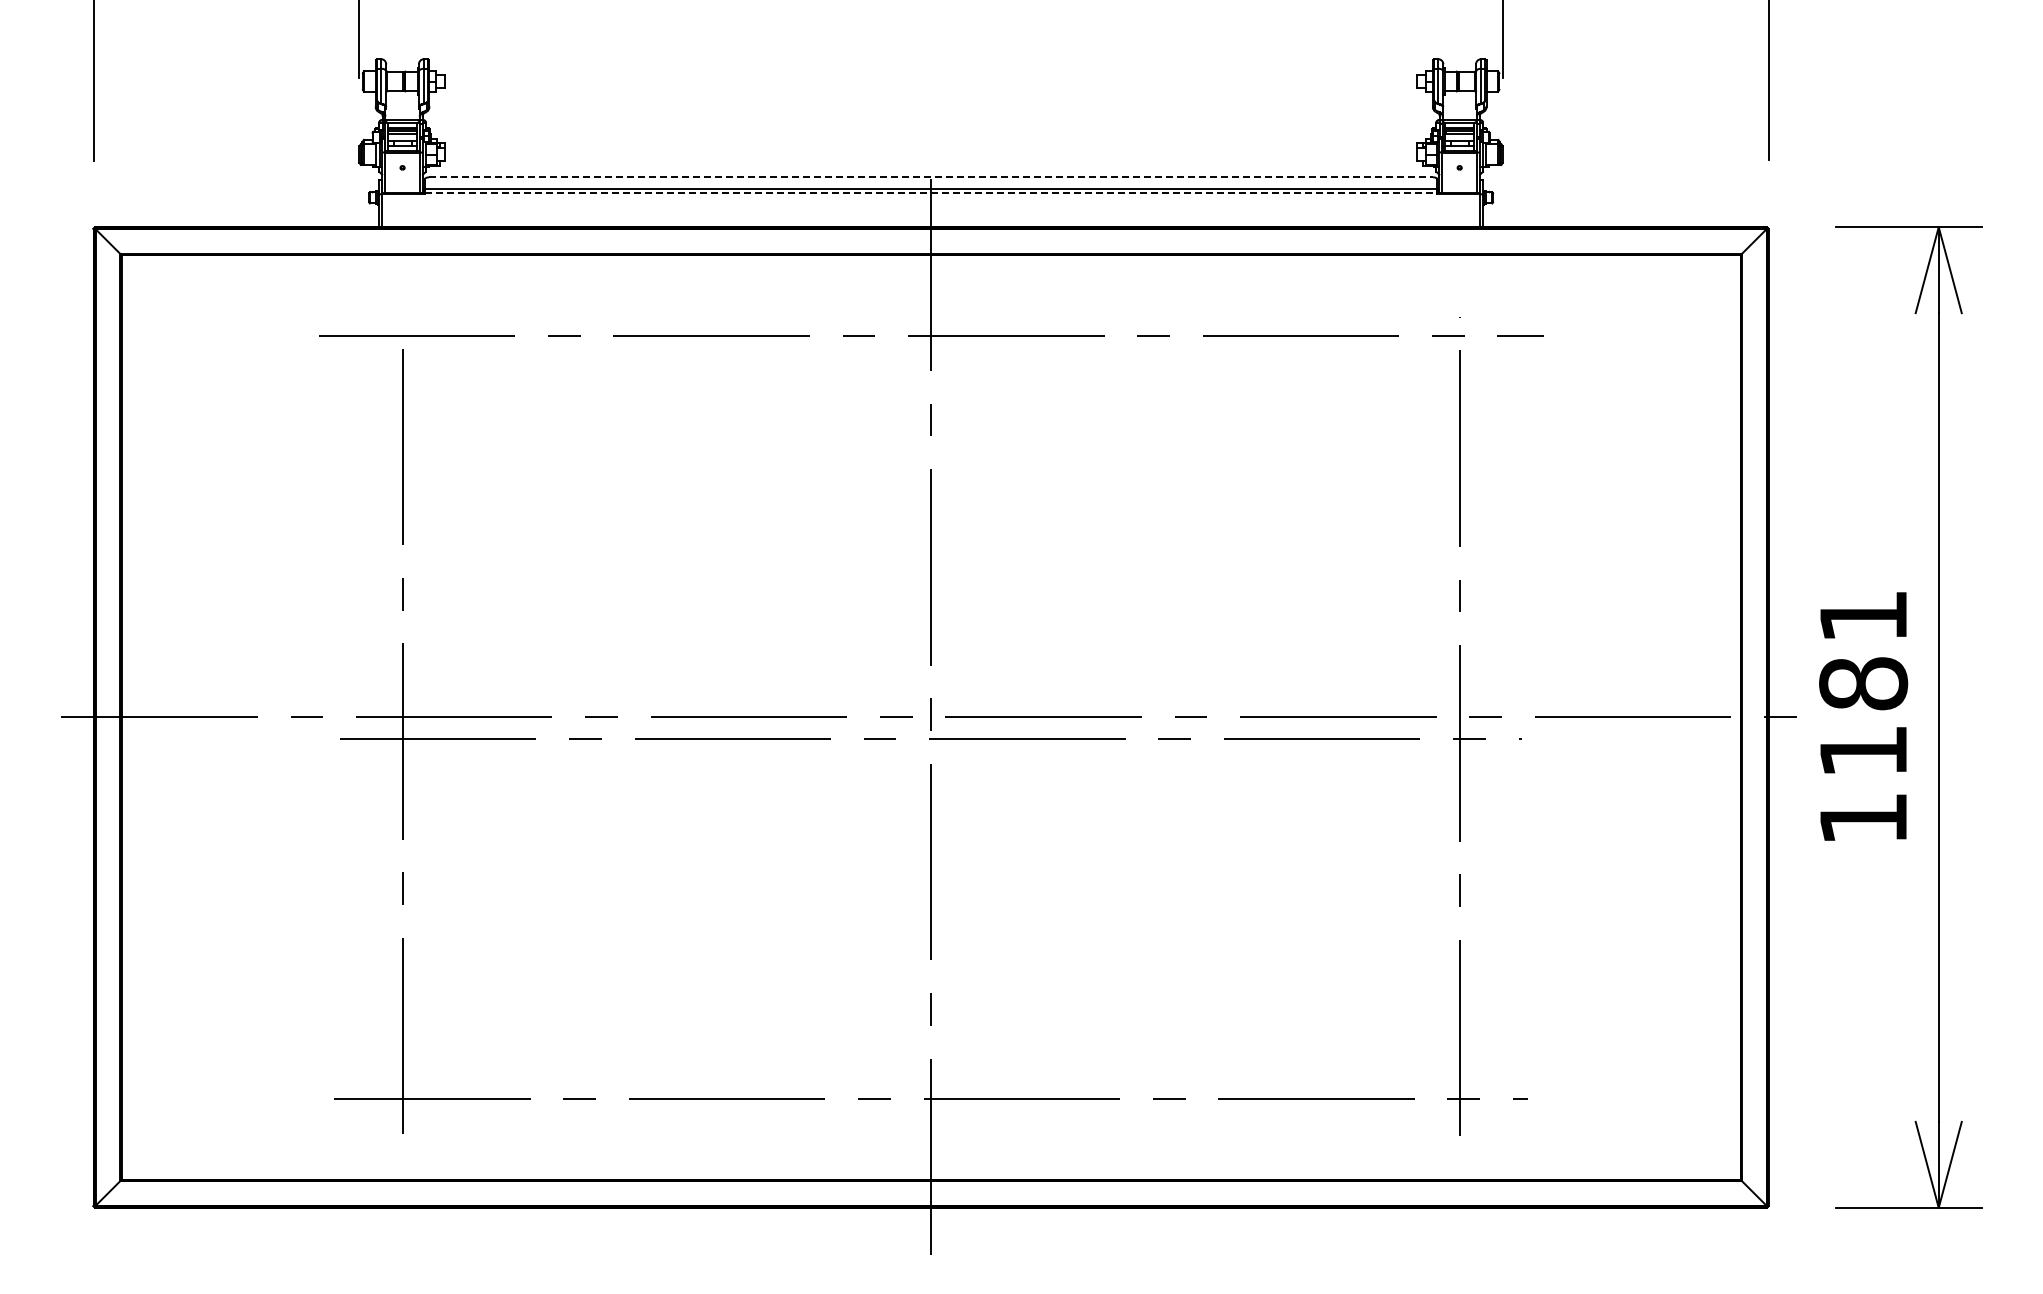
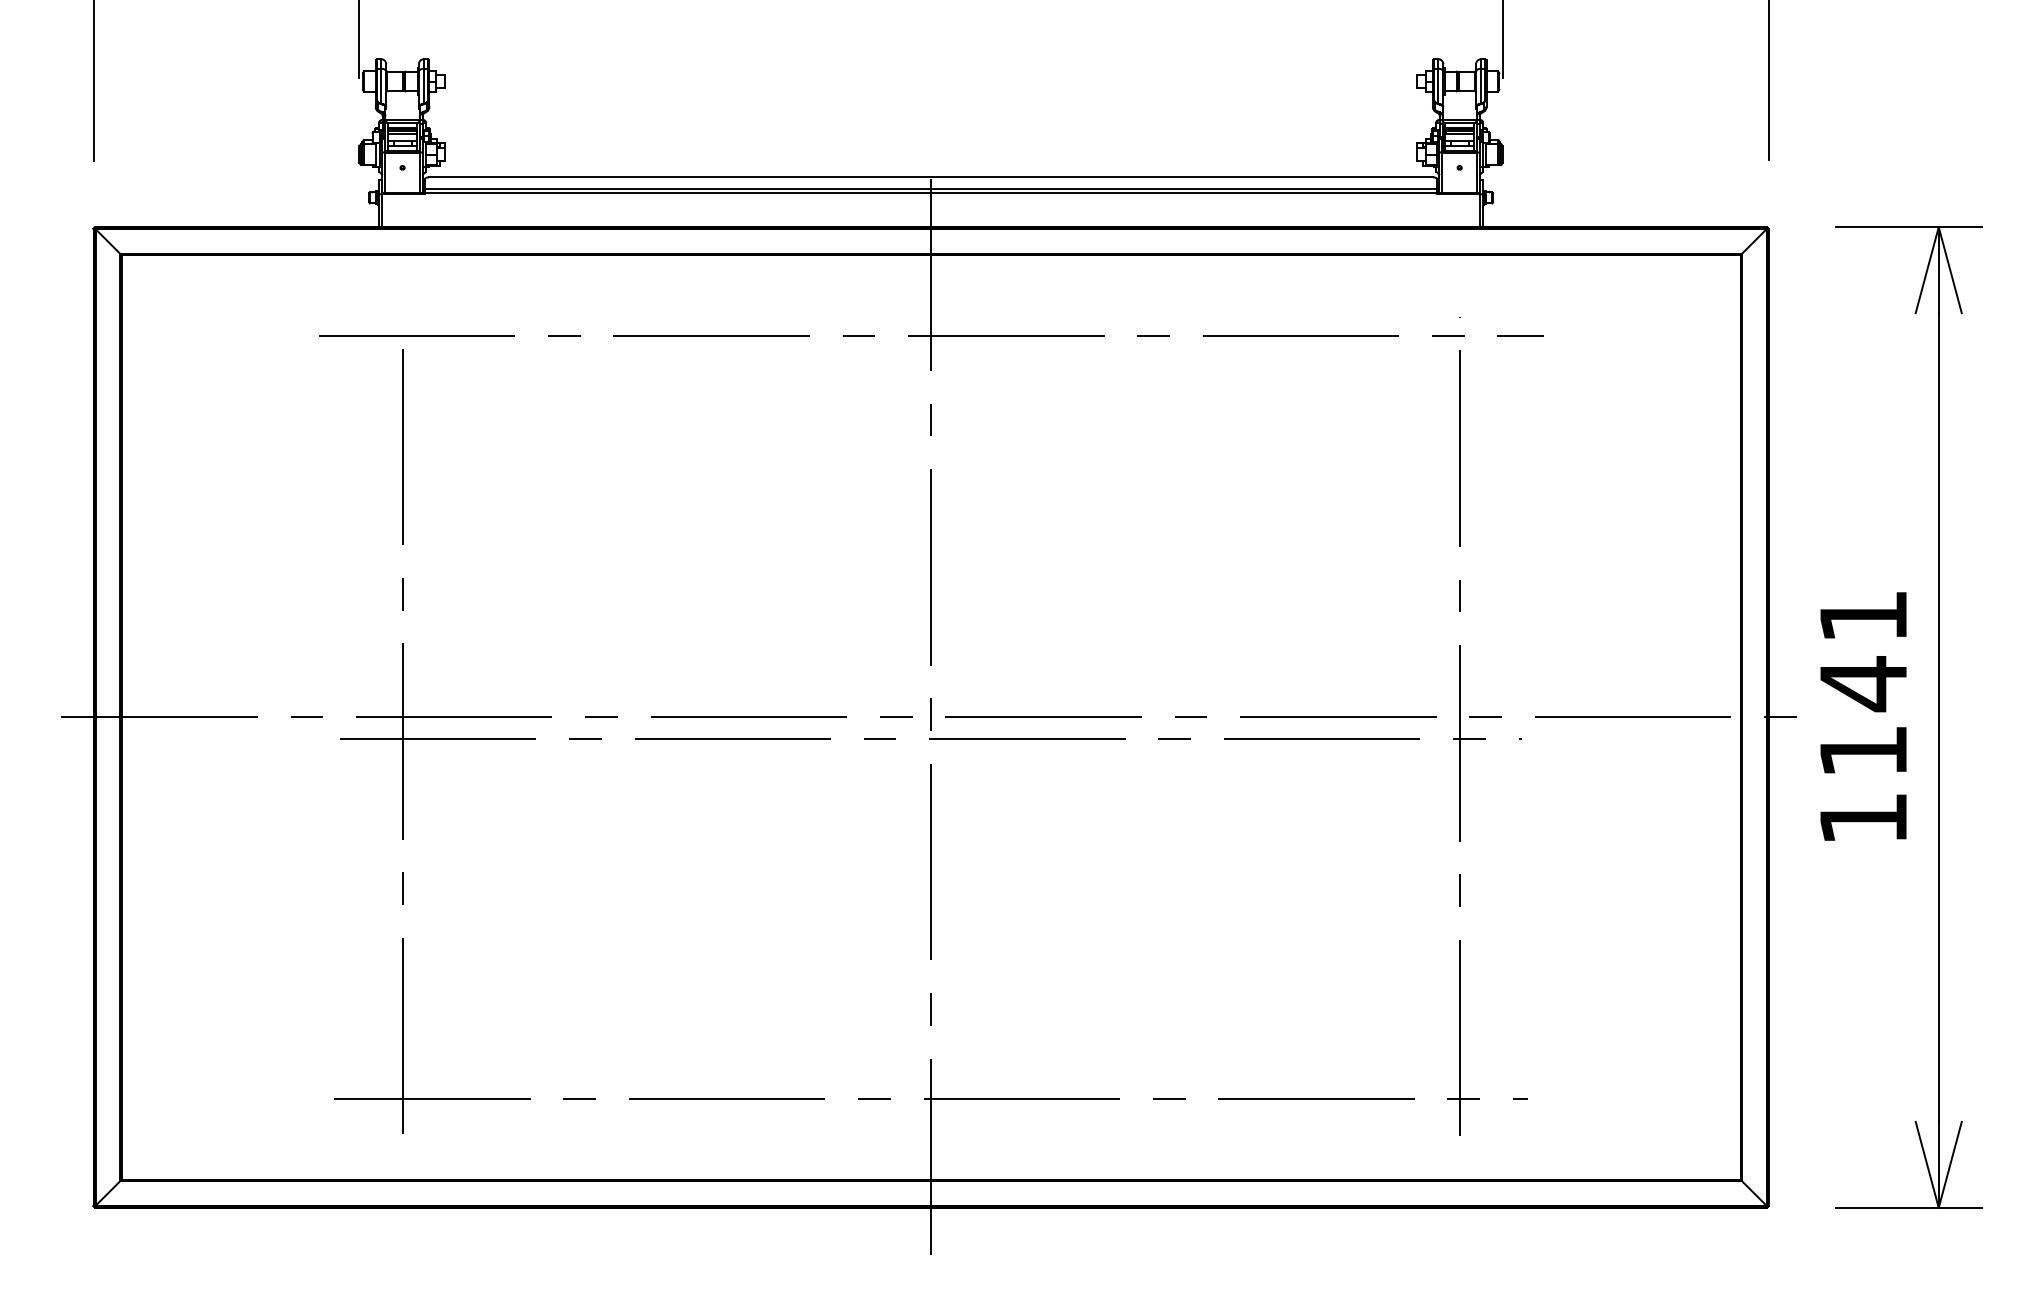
line at (931, 177): dashed -> solid
line at (931, 193): dashed -> solid
text at (1863, 684): 1181 -> 1141
